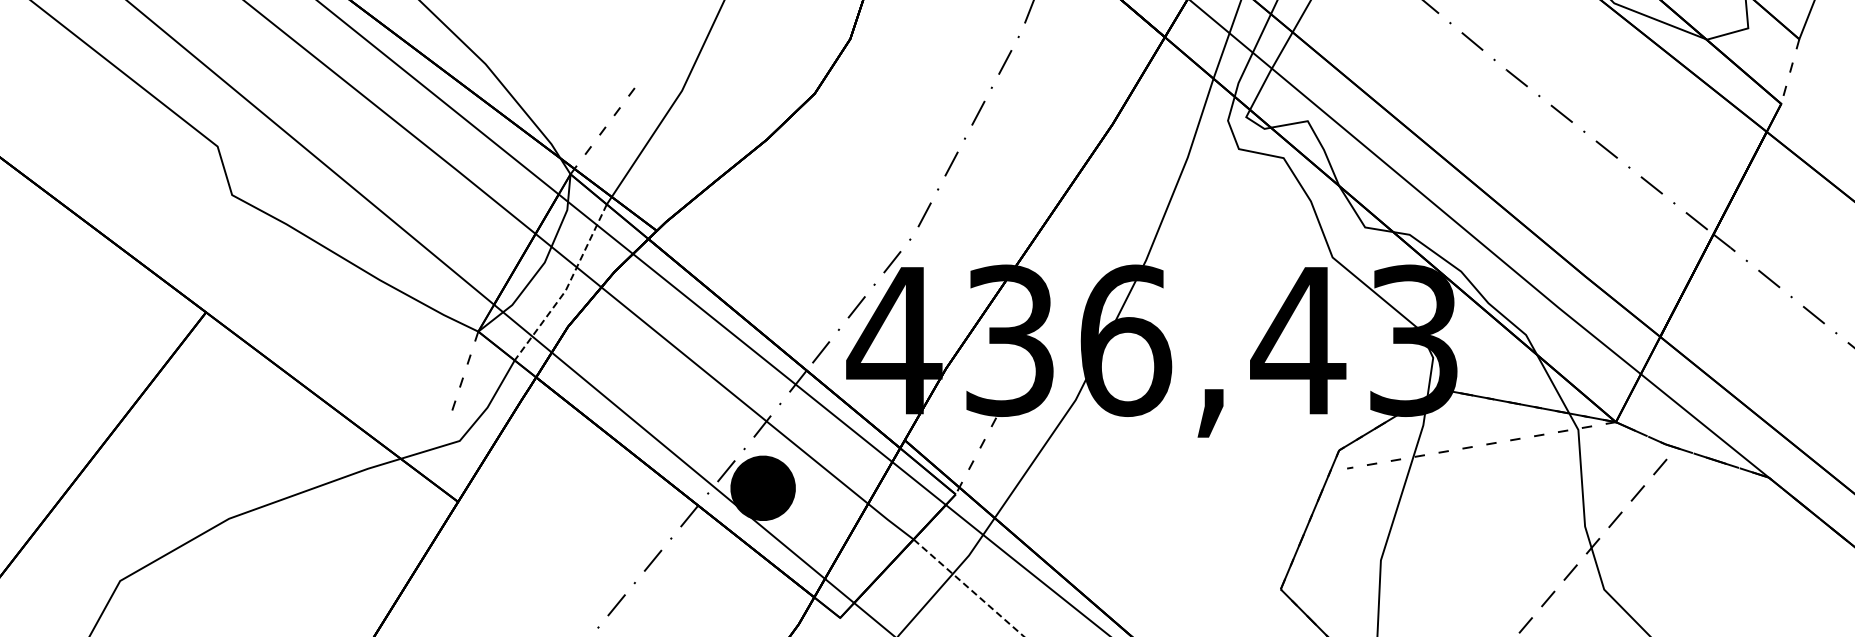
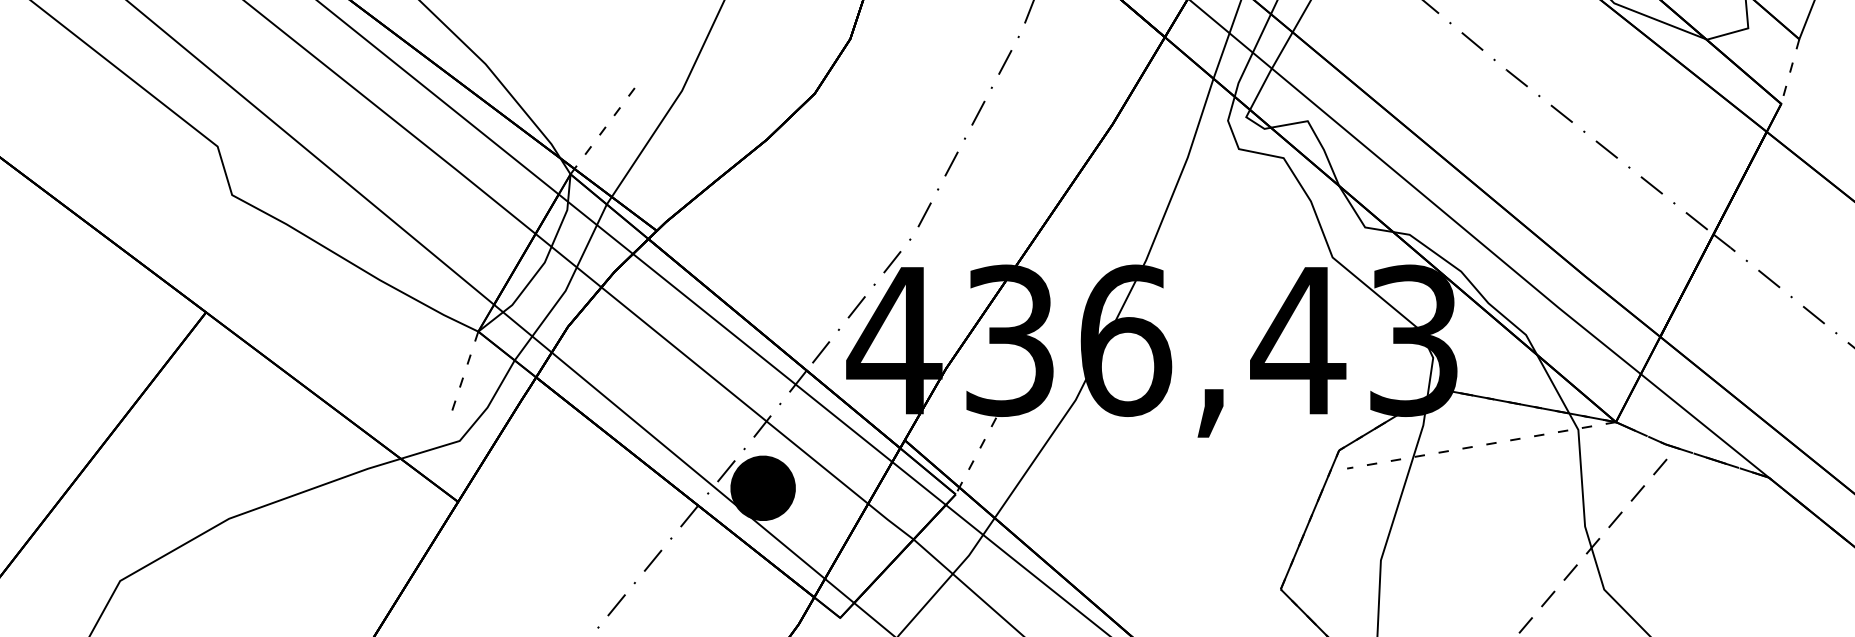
line at (567, 287): dashed -> solid
line at (969, 588): dashed -> solid
